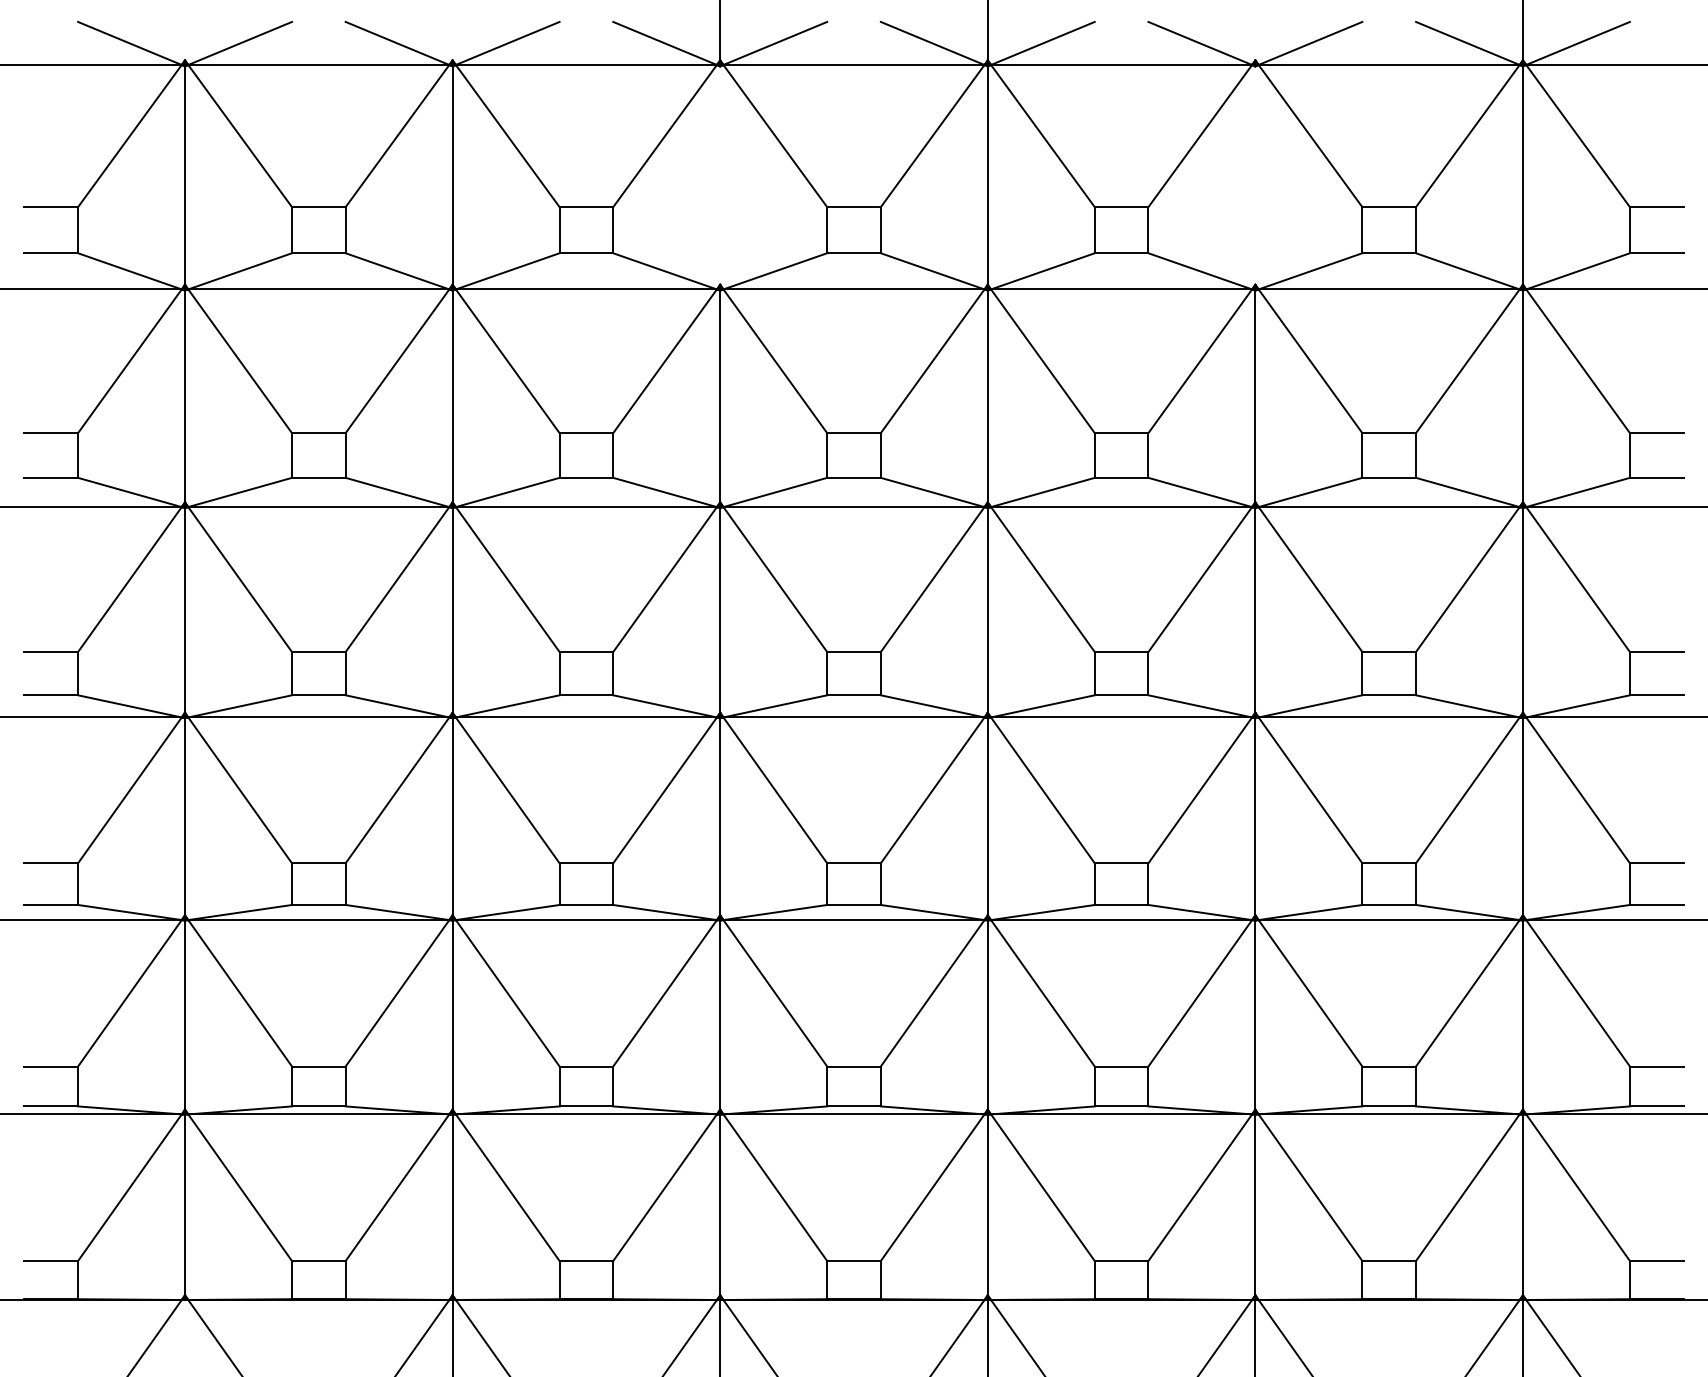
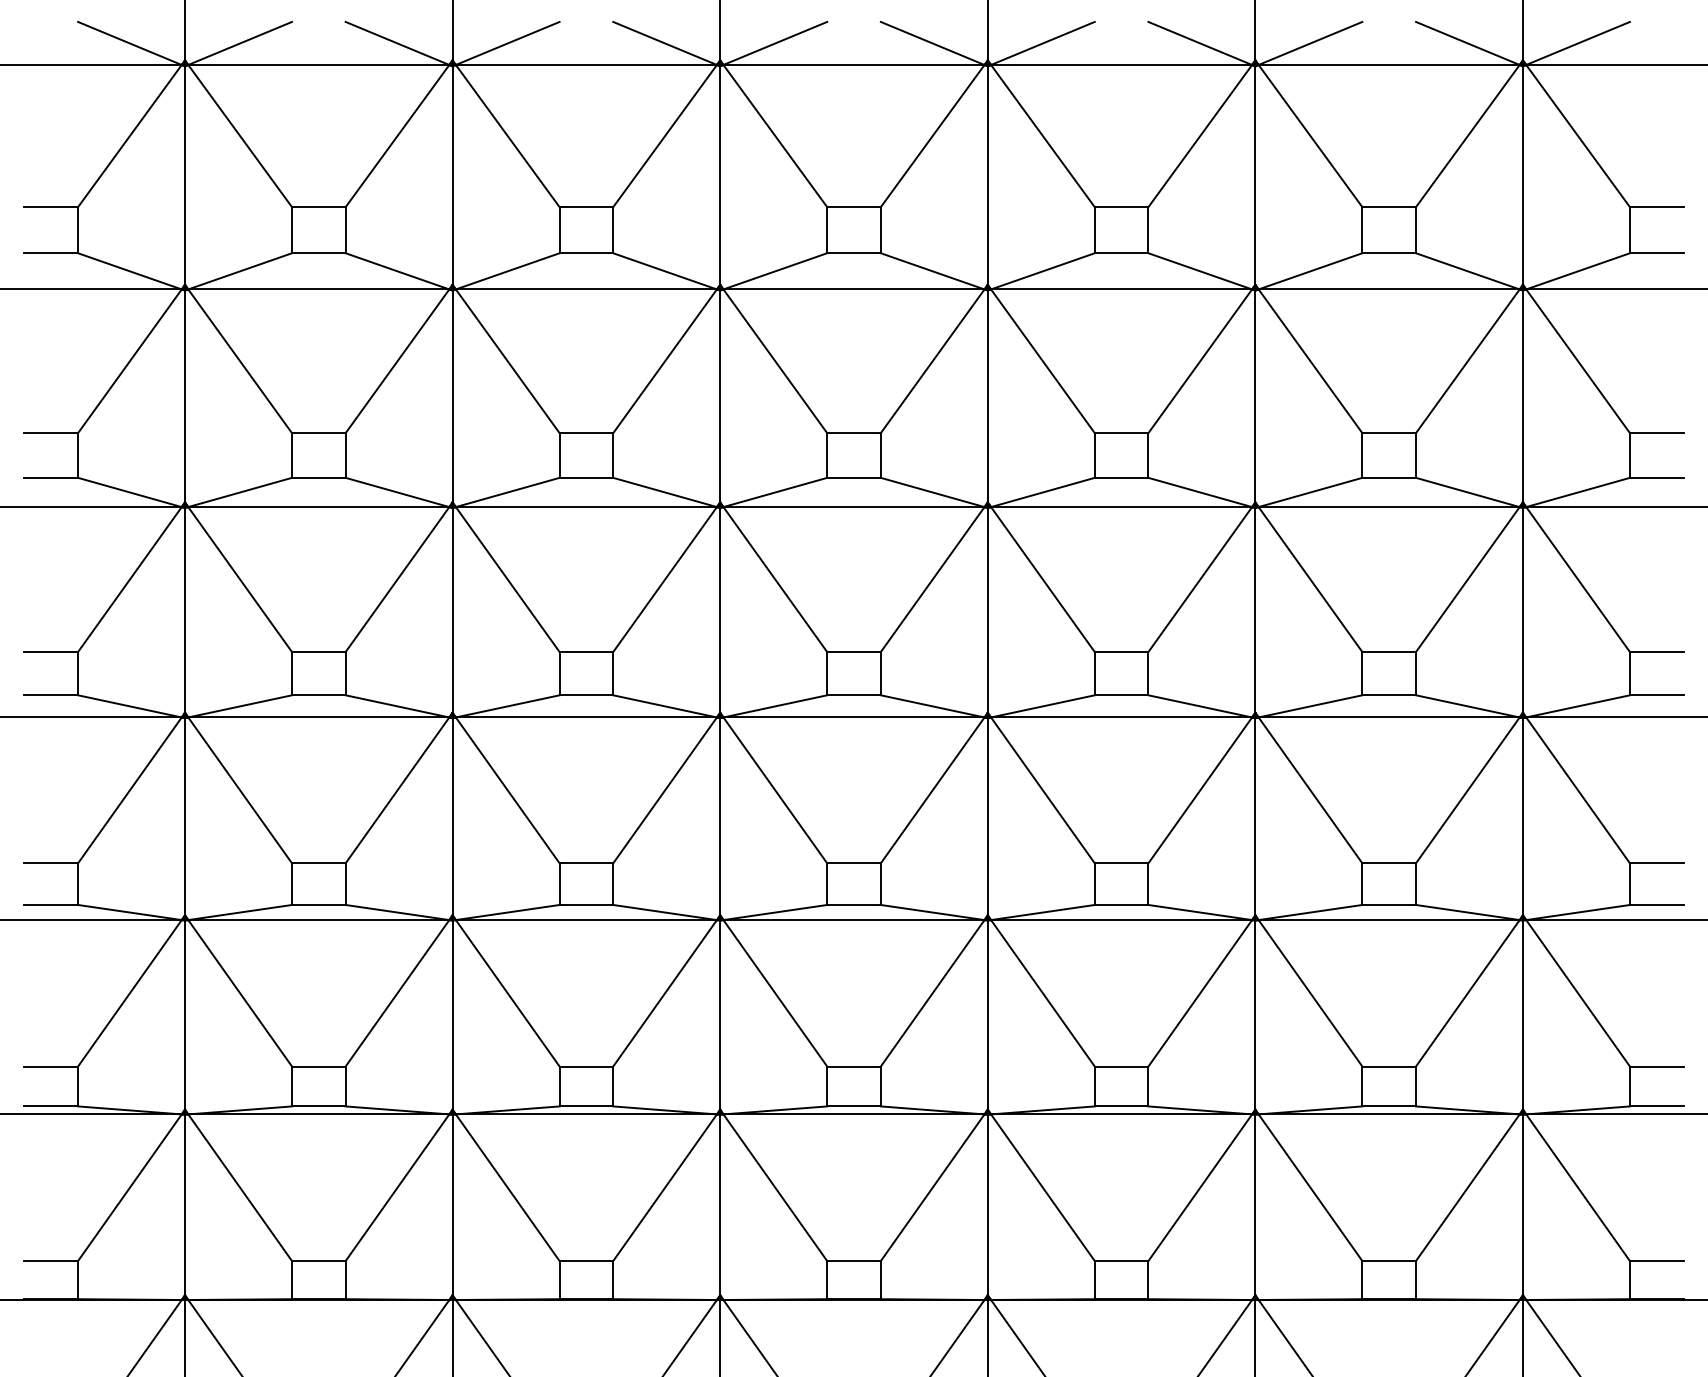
line at (185, 31): none -> present
line at (452, 31): none -> present
line at (1255, 31): none -> present
line at (720, 175): none -> present
line at (1255, 175): none -> present
line at (185, 1336): none -> present
